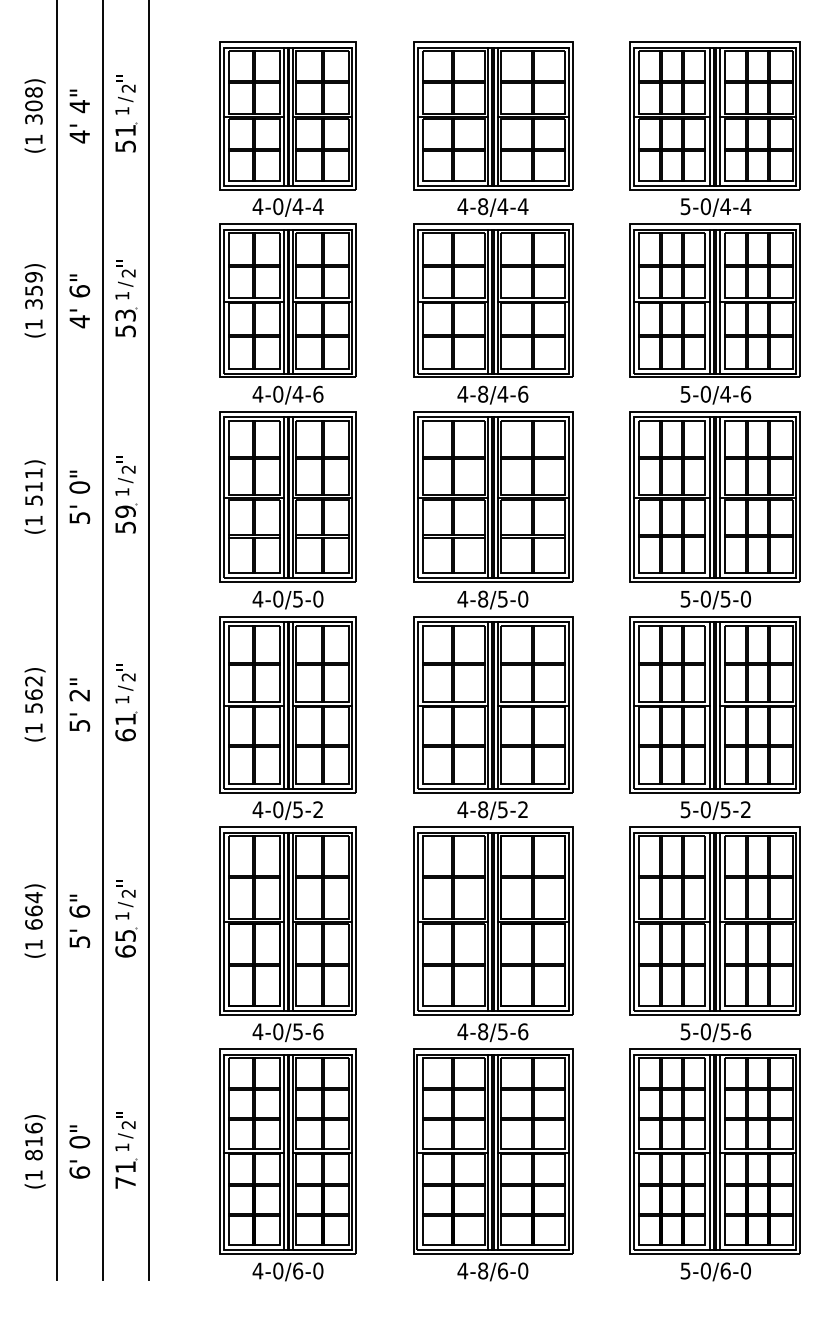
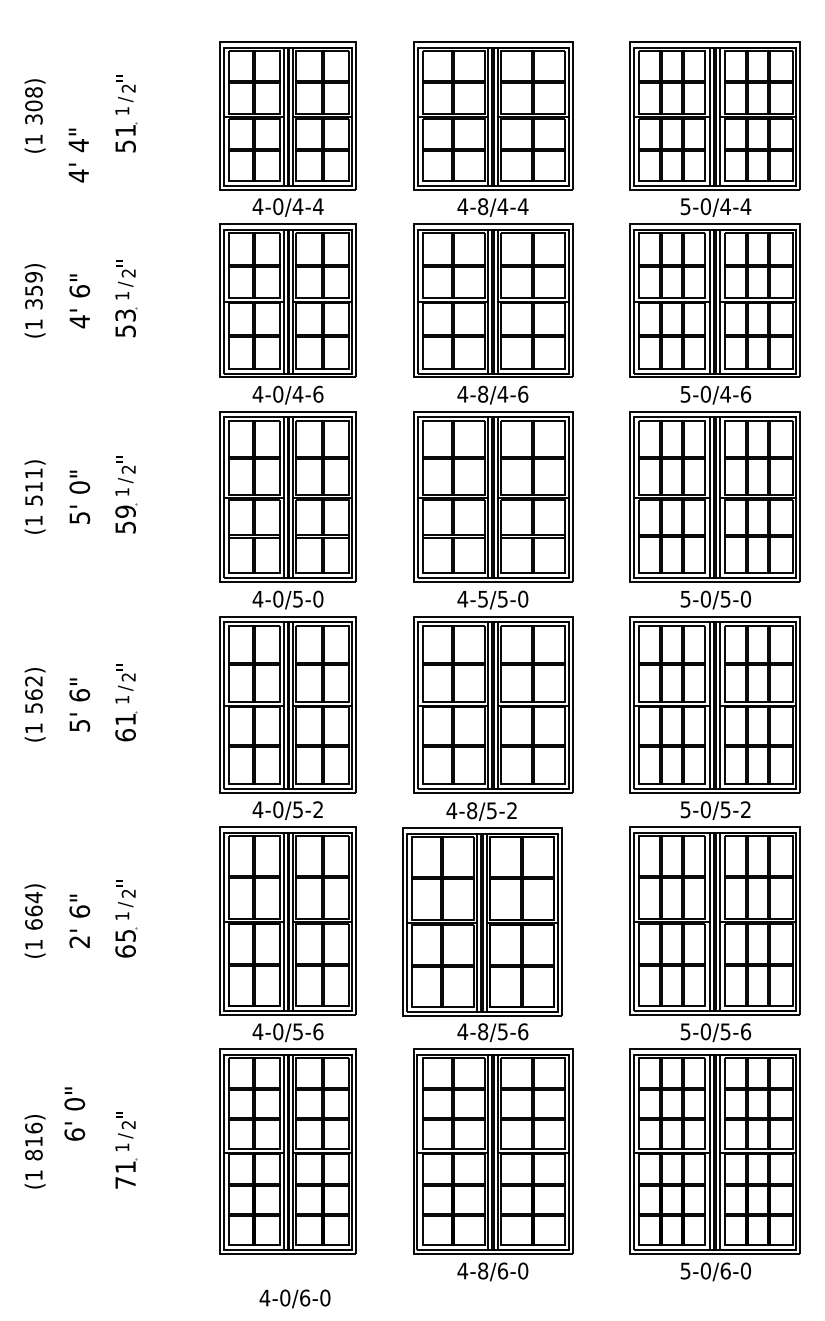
text at (79, 116) position: (79, 116) -> (78, 155)
text at (483, 598): 4-8/5-0 -> 4-5/5-0
line at (56, 640): present -> none
line at (102, 640): present -> none
line at (148, 640): present -> none
text at (79, 695): 2" -> 6"
part at (493, 908) position: (493, 908) -> (482, 909)
text at (79, 941): 5' -> 2'
text at (79, 1151) position: (79, 1151) -> (74, 1113)
text at (287, 1271) position: (287, 1271) -> (294, 1298)
